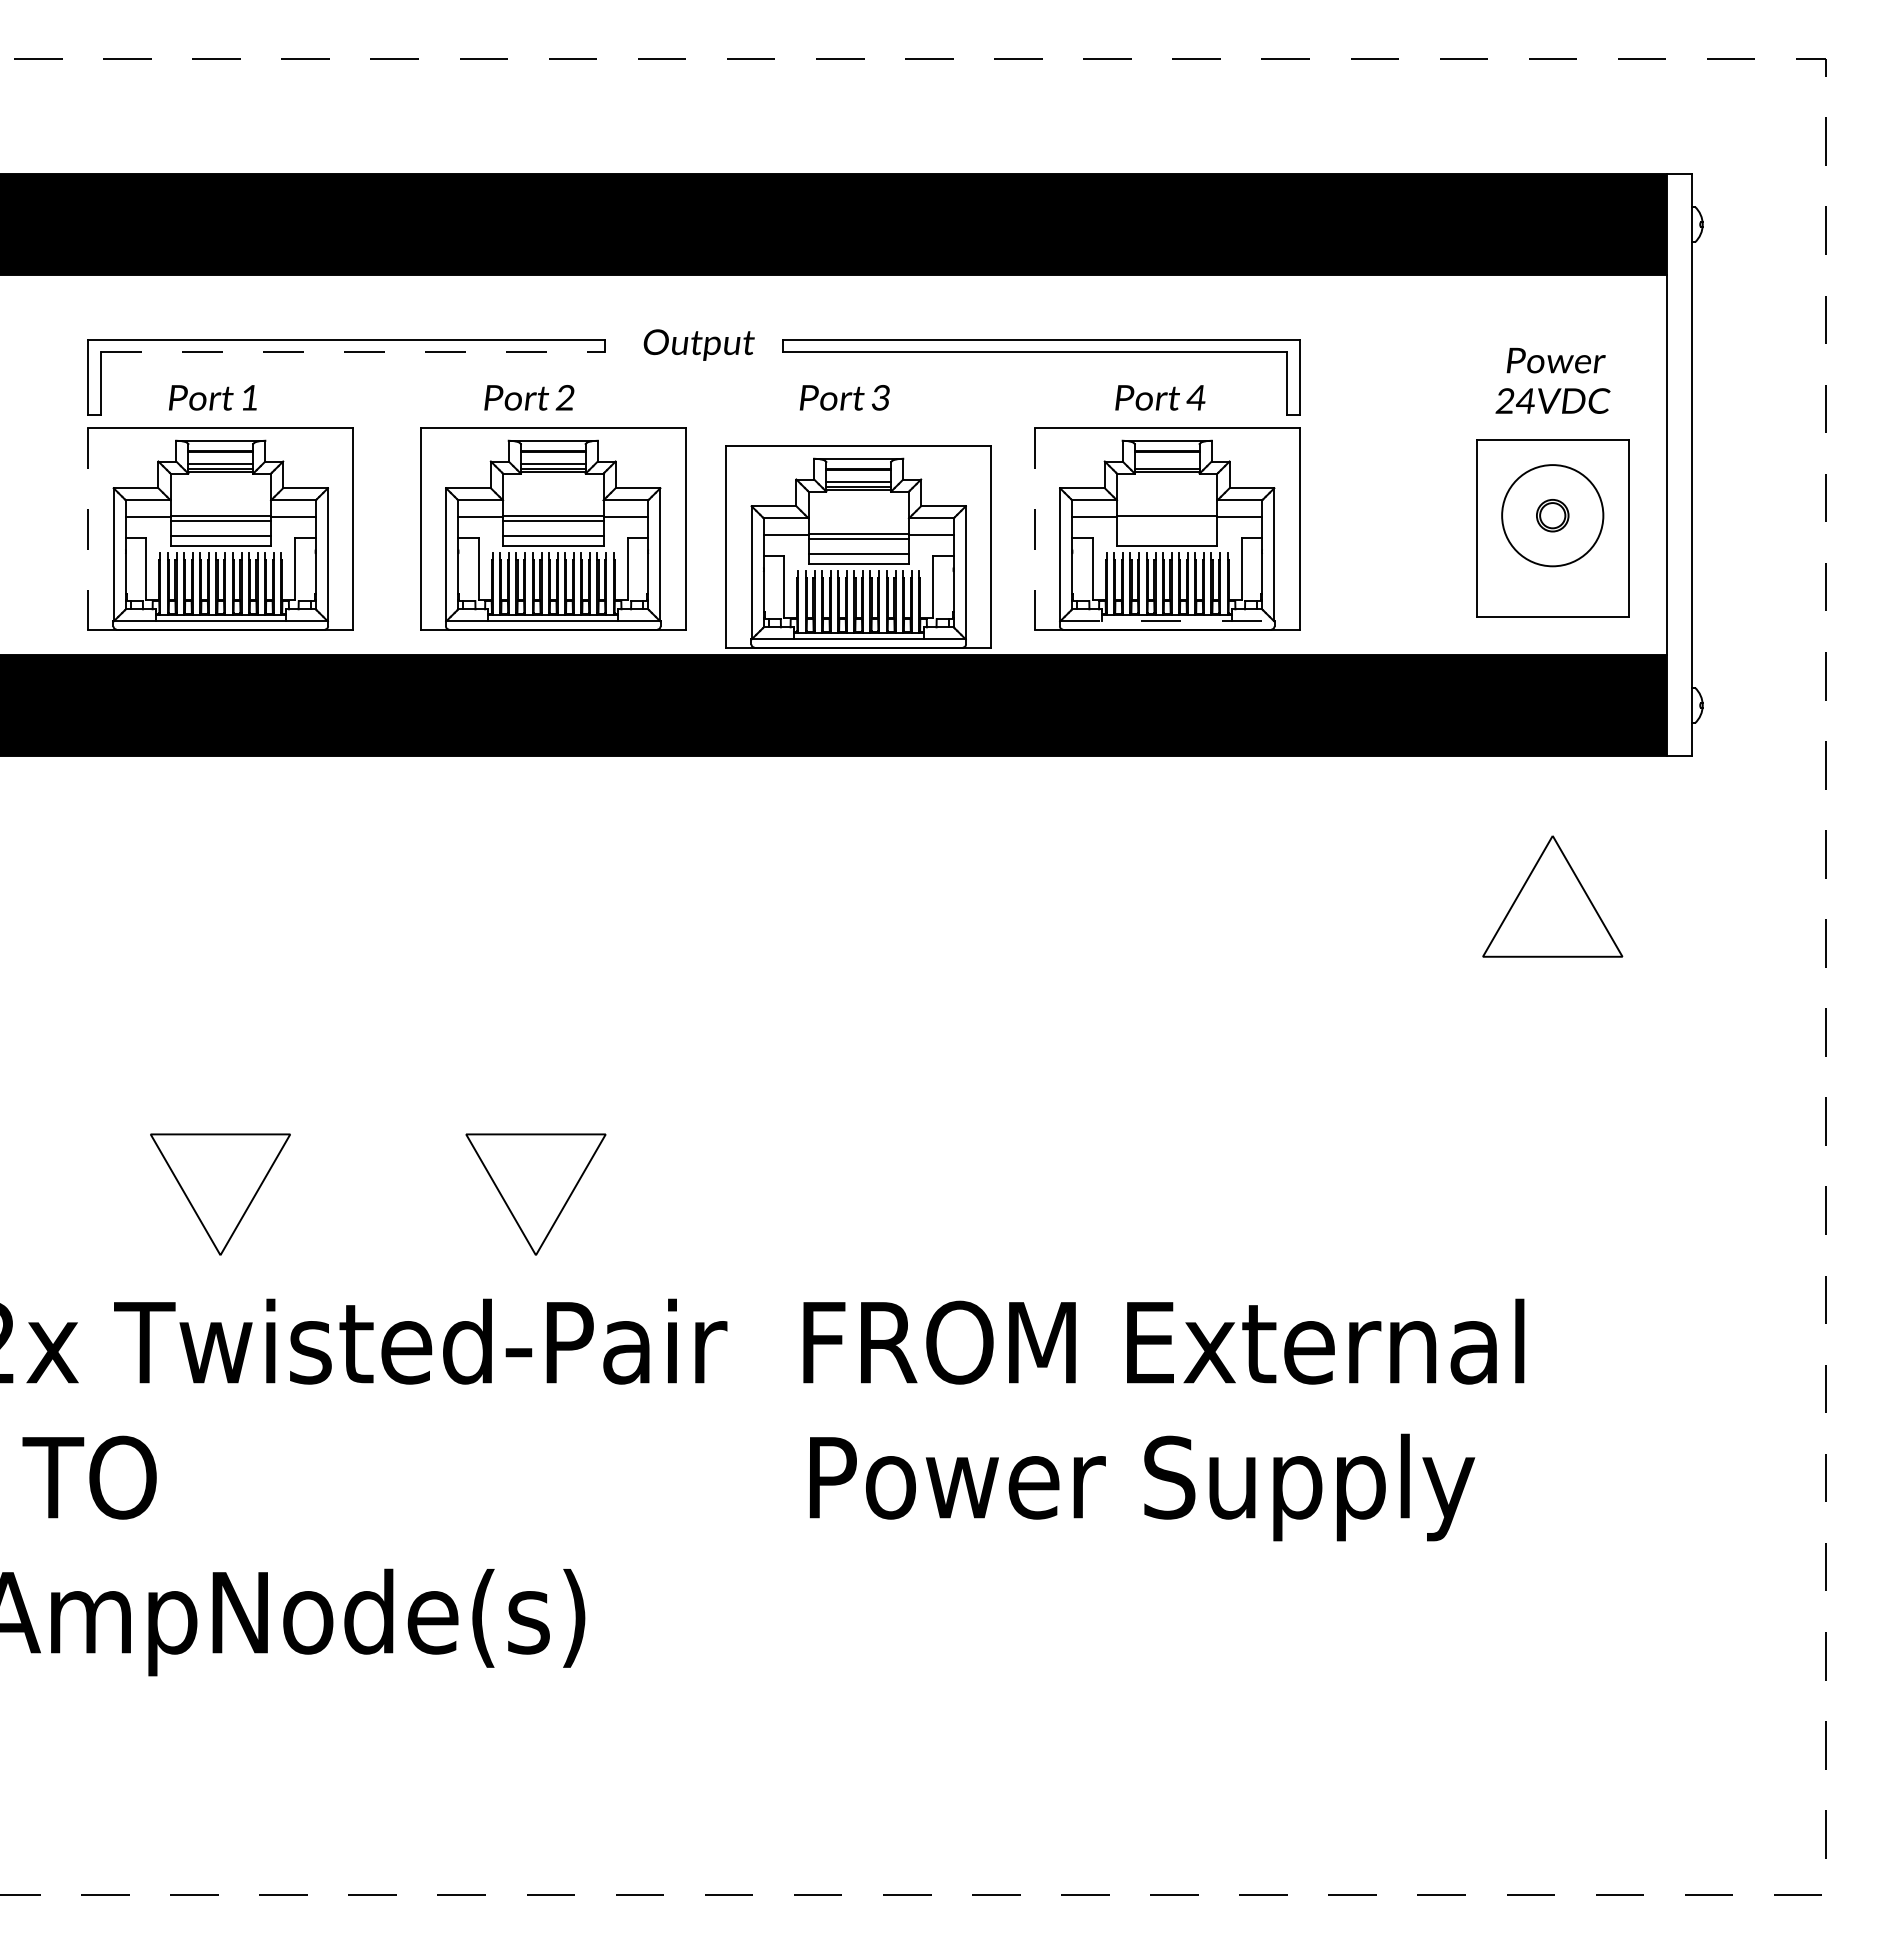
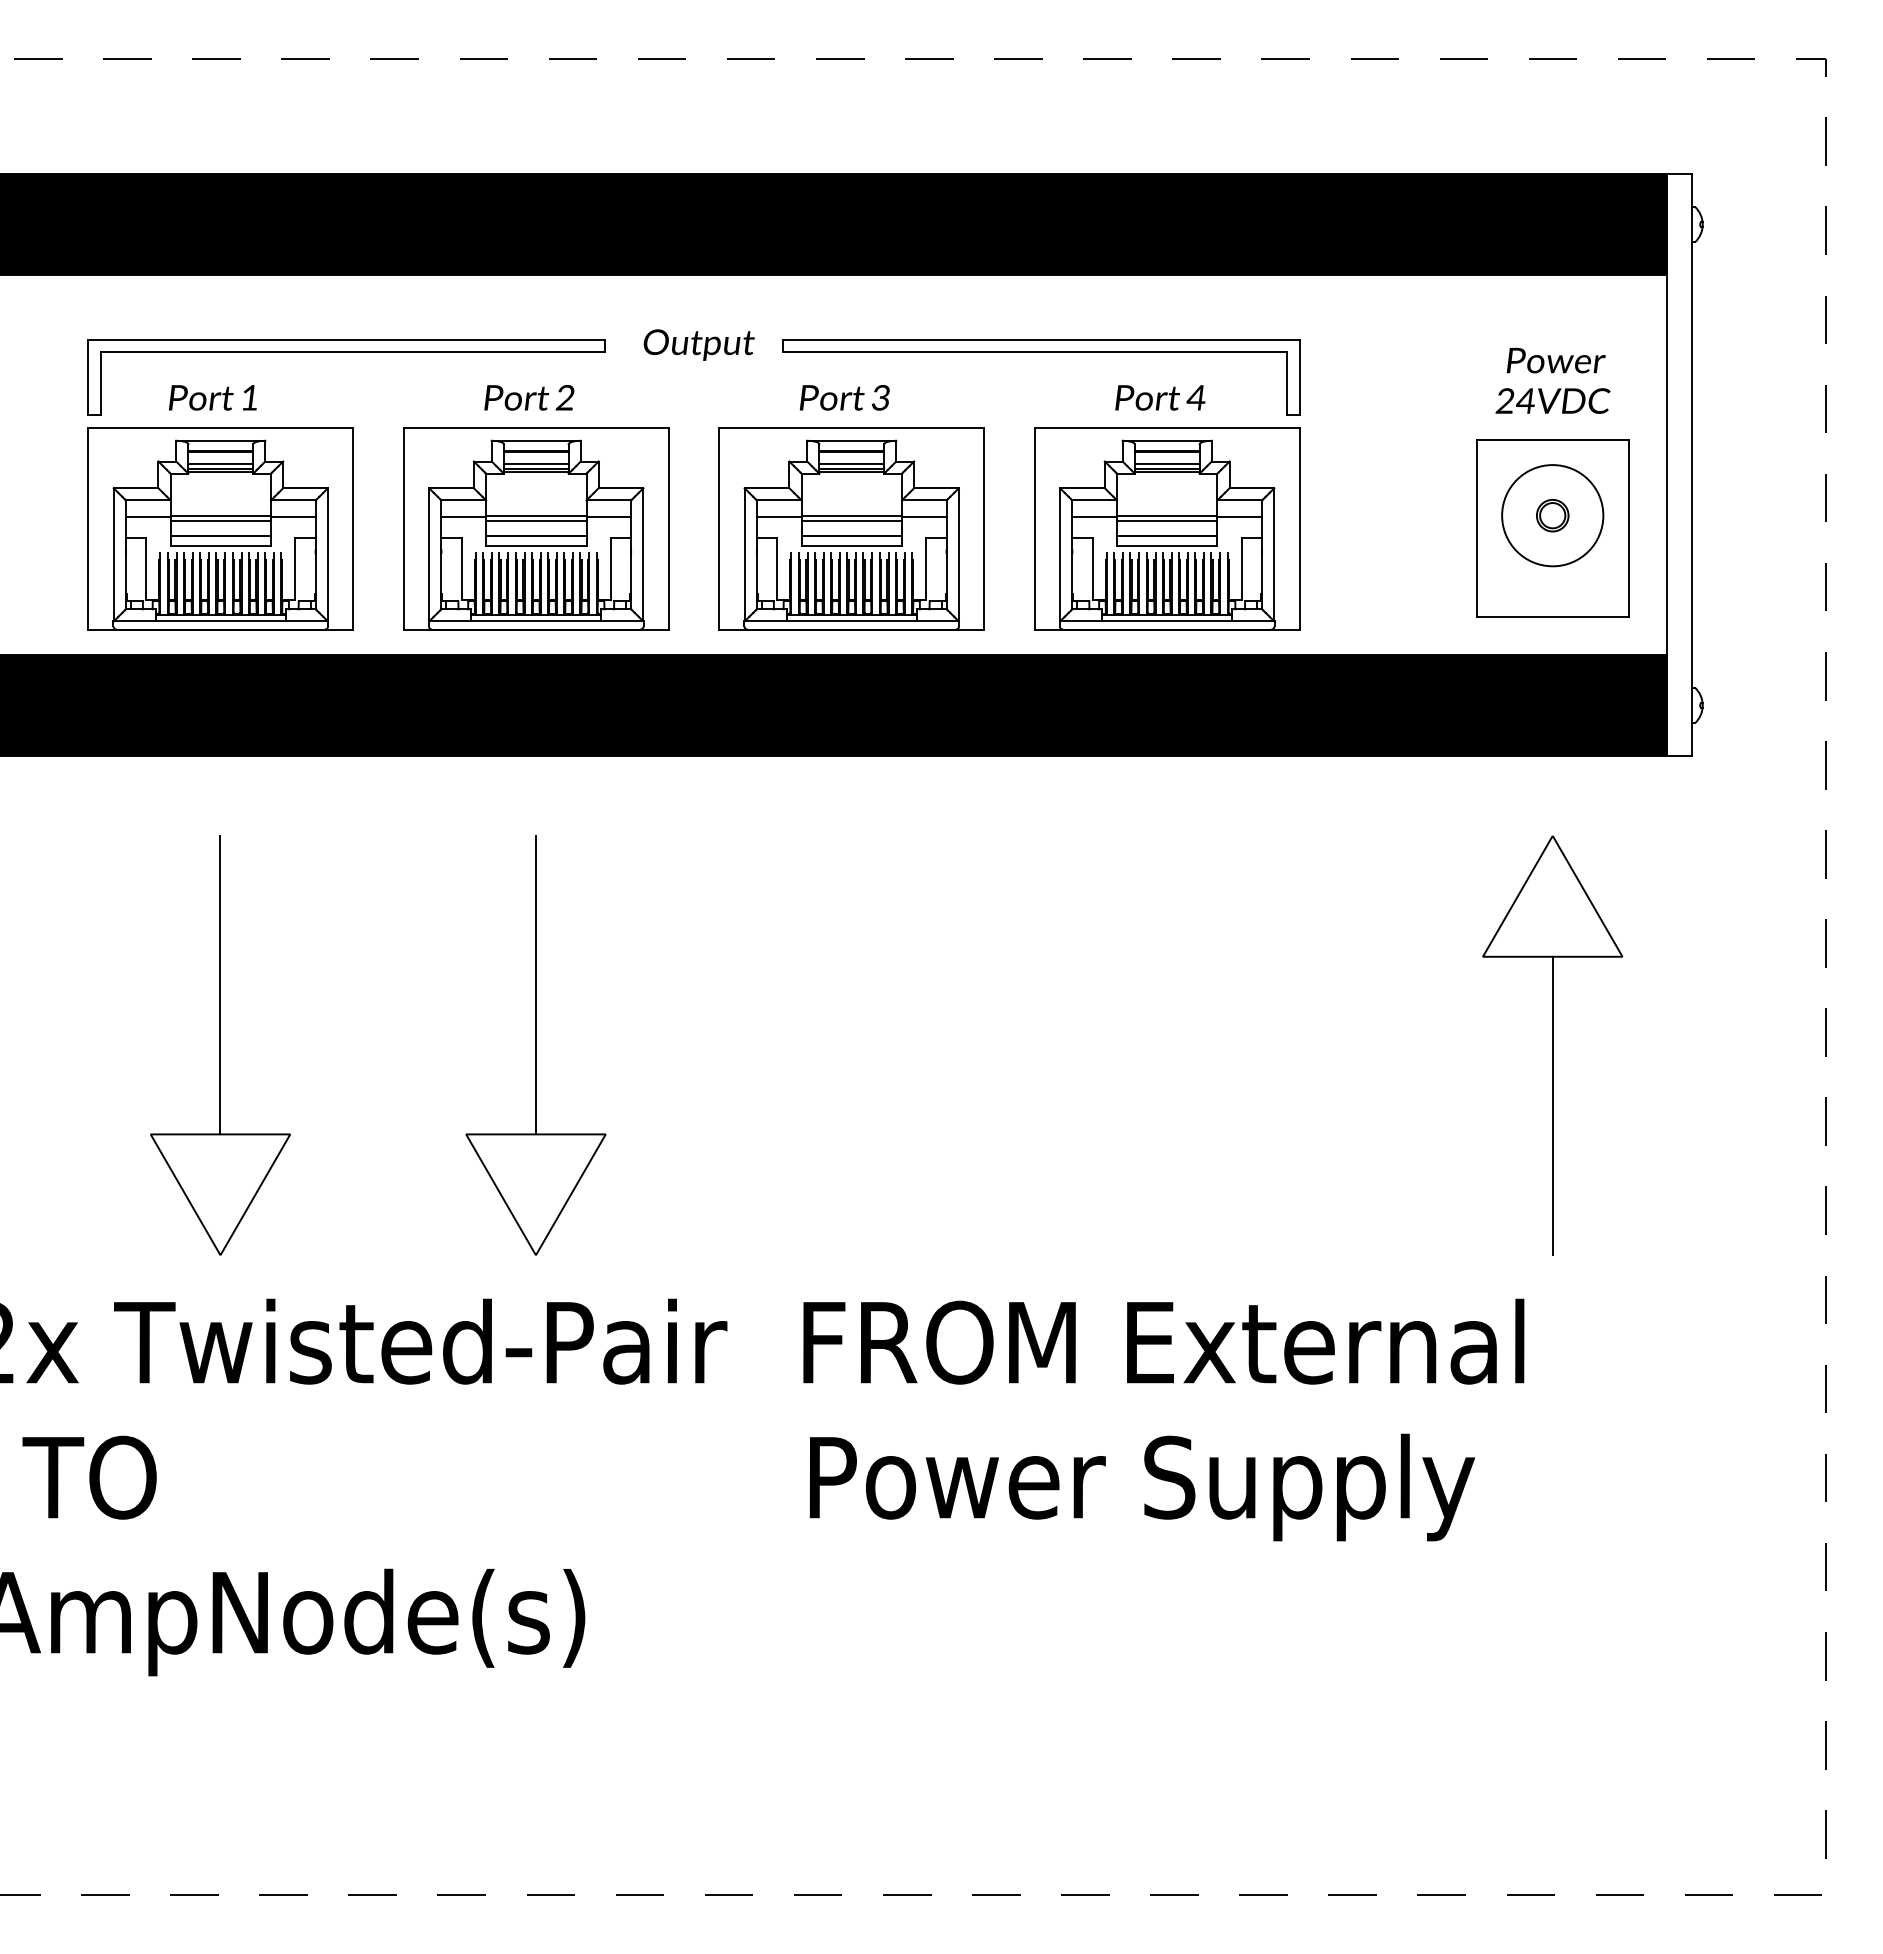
line at (353, 352): dashed -> solid
line at (1166, 464): none -> present
line at (1167, 521): none -> present
line at (88, 528): dashed -> solid
part at (553, 528) position: (553, 528) -> (536, 528)
line at (1034, 528): dashed -> solid
line at (1167, 535): none -> present
part at (858, 546) position: (858, 546) -> (851, 528)
line at (1167, 621): dashed -> solid
line at (220, 984): none -> present
line at (535, 984): none -> present
line at (1552, 1105): none -> present
